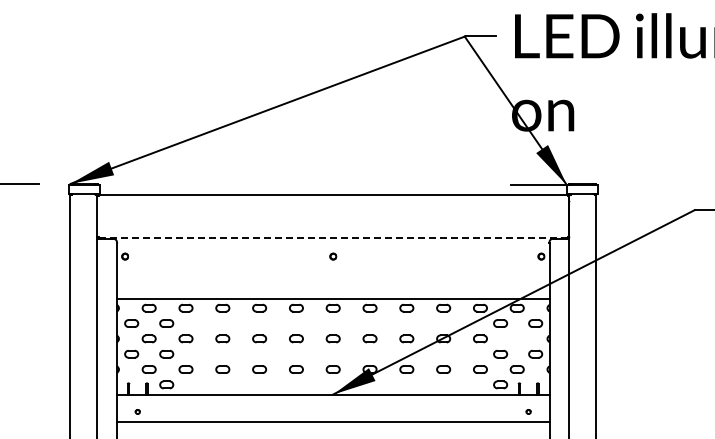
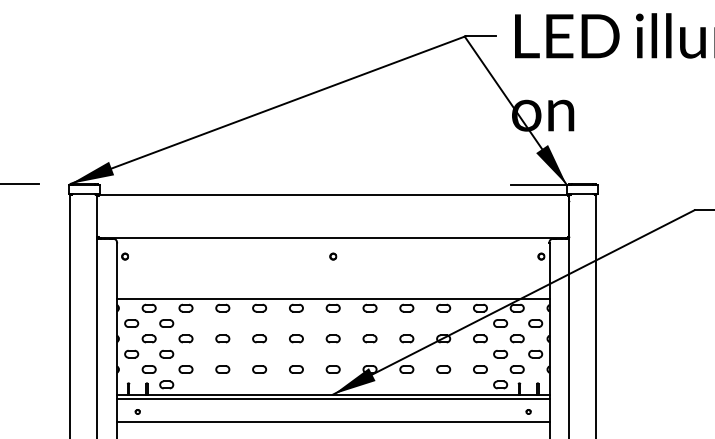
line at (333, 238): dashed -> solid
part at (516, 338): none -> present
line at (332, 398): none -> present
